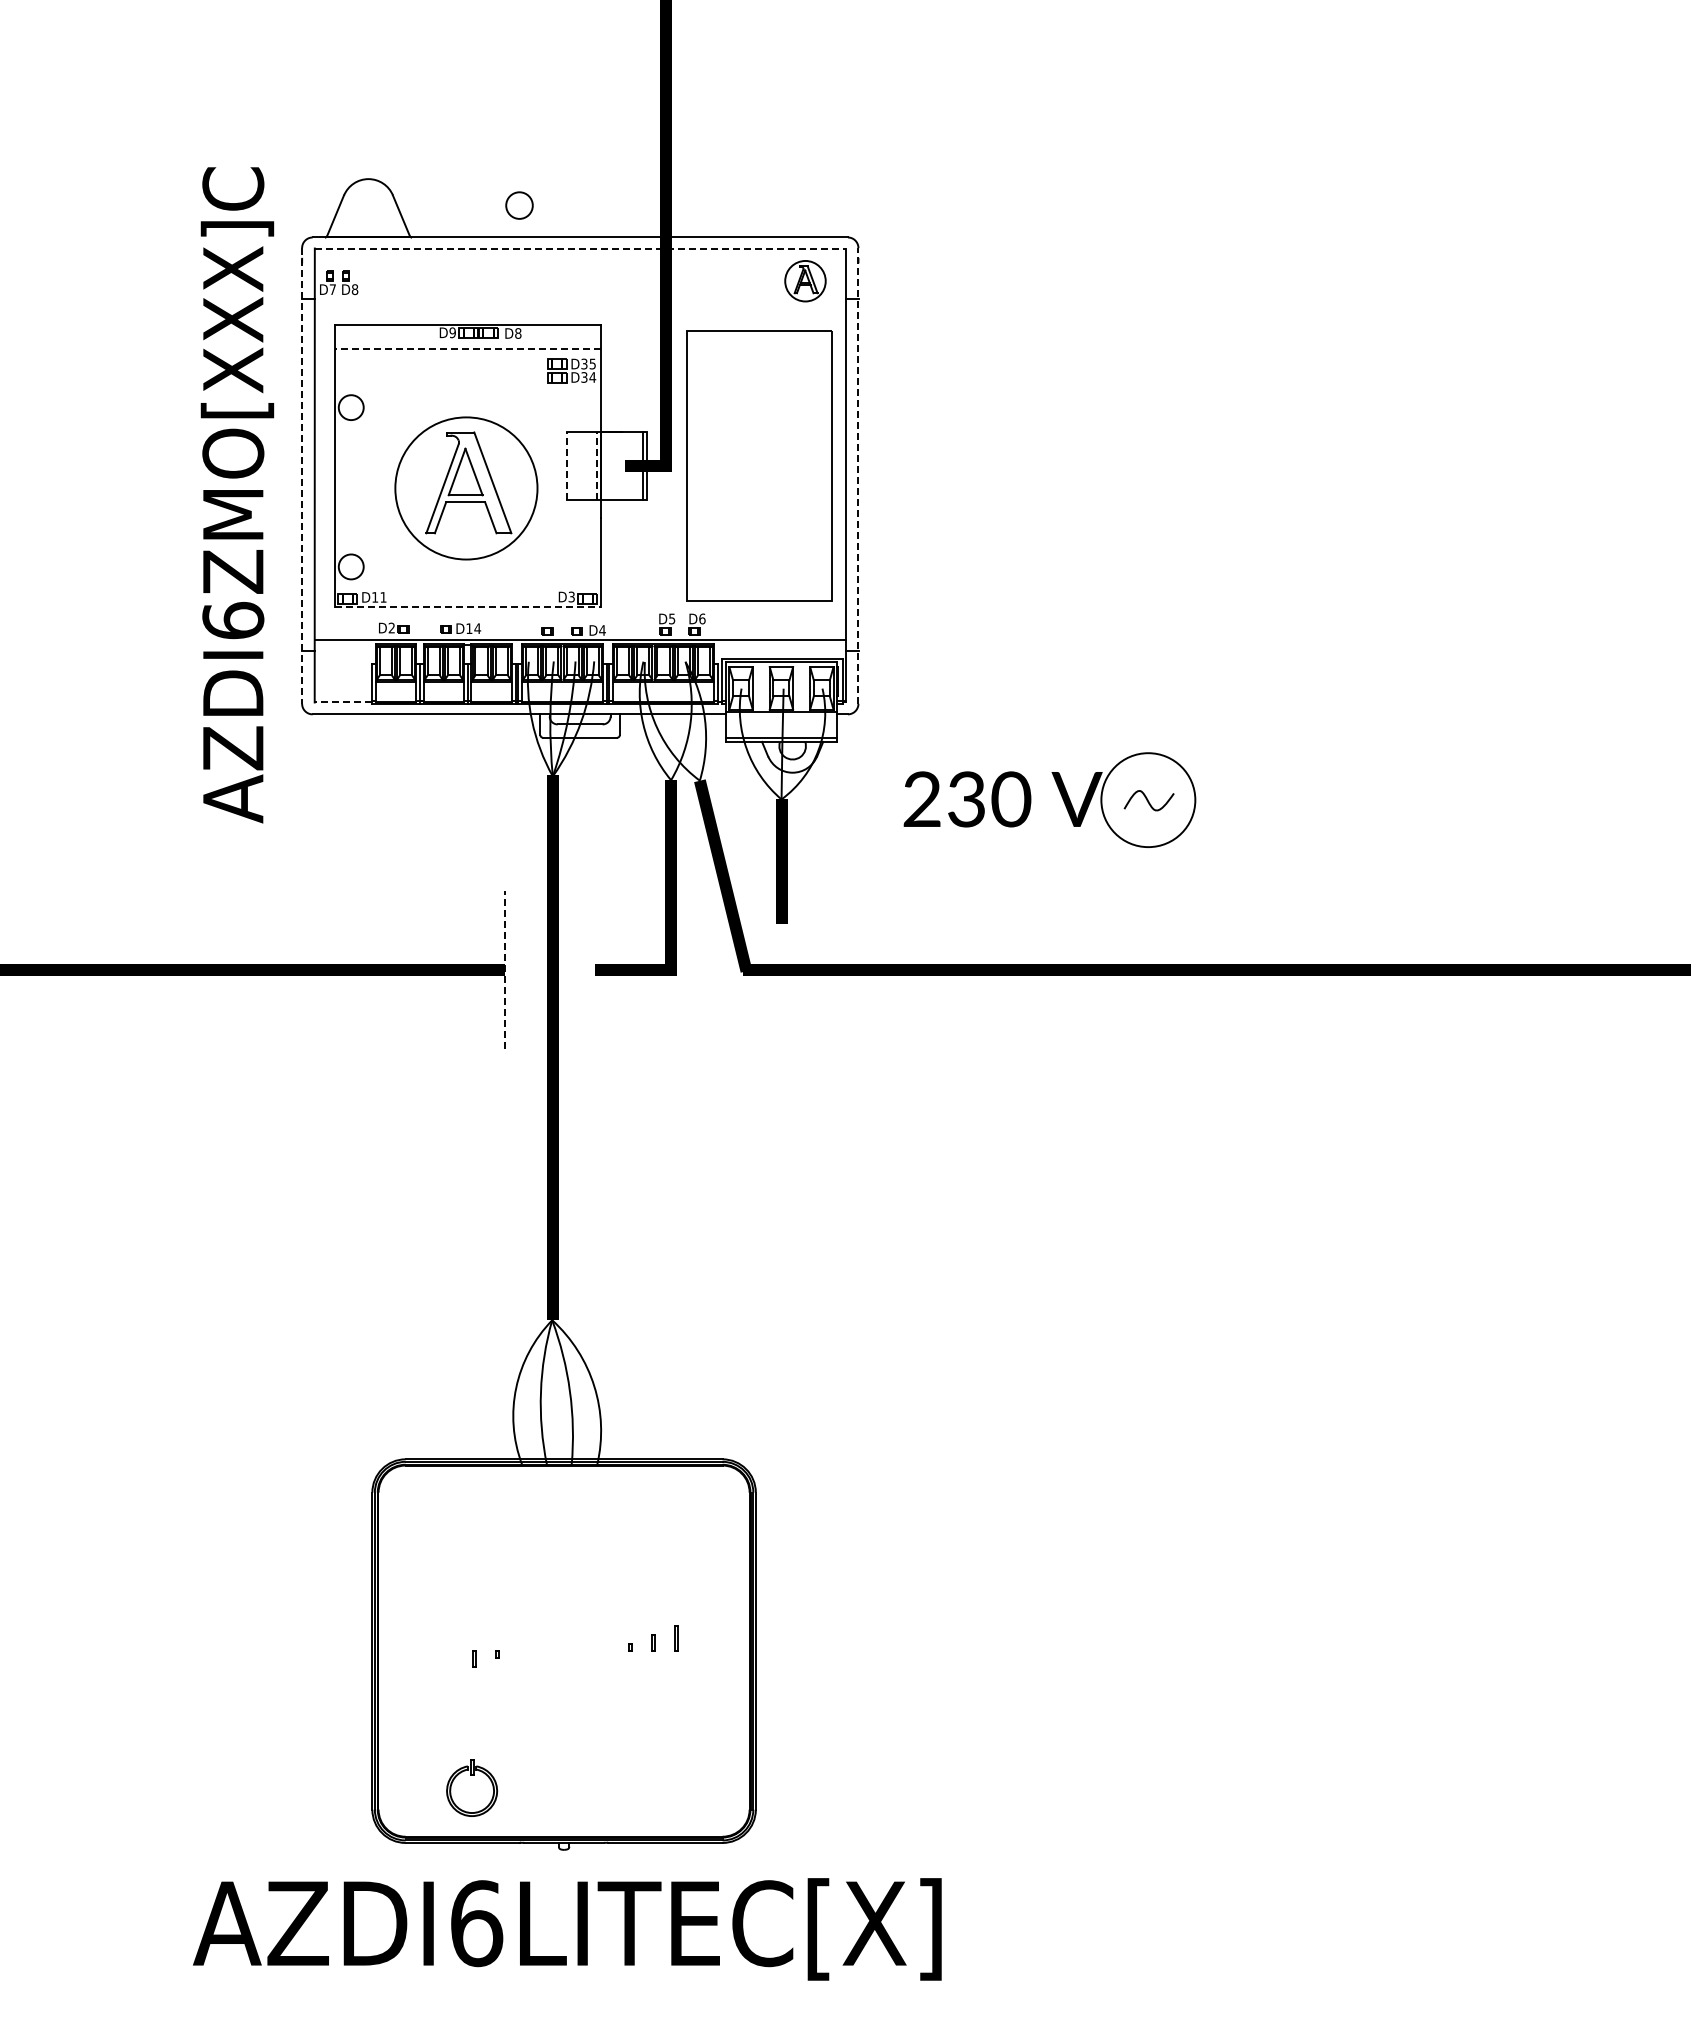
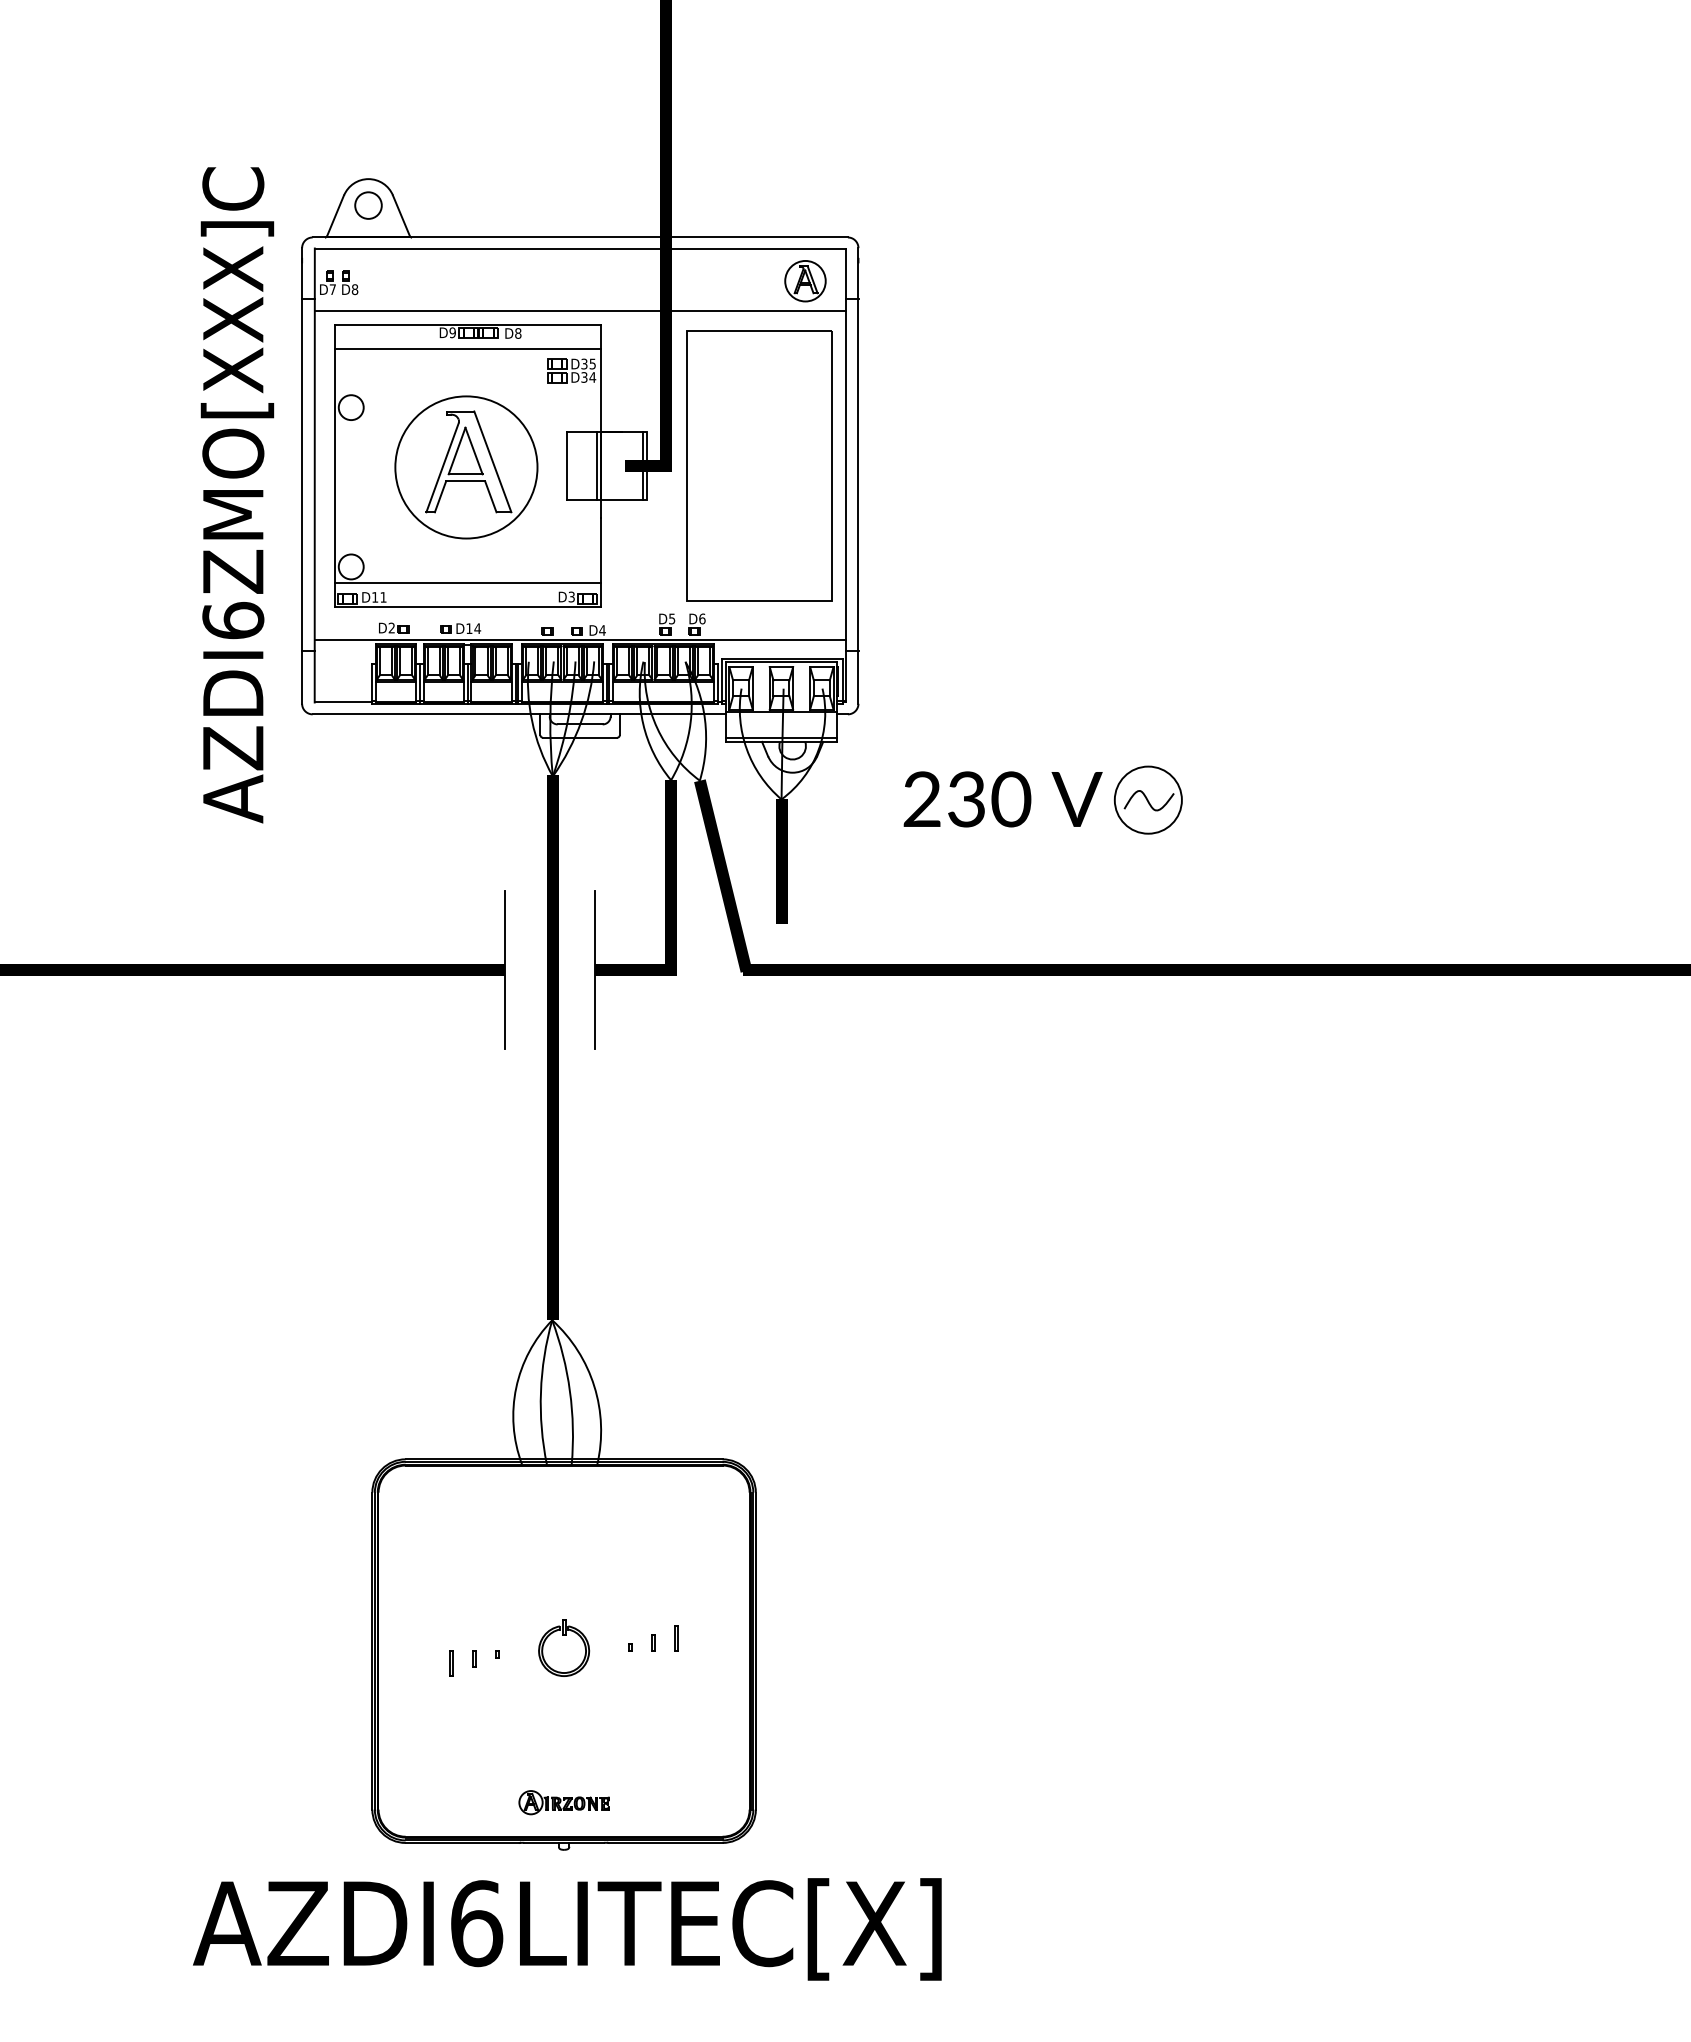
circle at (519, 205) position: (519, 205) -> (368, 205)
line at (580, 248): dashed -> solid
line at (579, 310): none -> present
line at (468, 349): dashed -> solid
line at (566, 465): dashed -> solid
line at (596, 465): dashed -> solid
line at (302, 475): dashed -> solid
line at (858, 475): dashed -> solid
part at (466, 488) position: (466, 488) -> (466, 467)
line at (467, 582): none -> present
line at (468, 606): dashed -> solid
line at (343, 702): dashed -> solid
circle at (1148, 800) diameter: 94 px -> 67 px
line at (505, 969): dashed -> solid
line at (595, 970): none -> present
line at (450, 1663): none -> present
part at (472, 1775) position: (472, 1775) -> (564, 1635)
part at (563, 1802): none -> present
